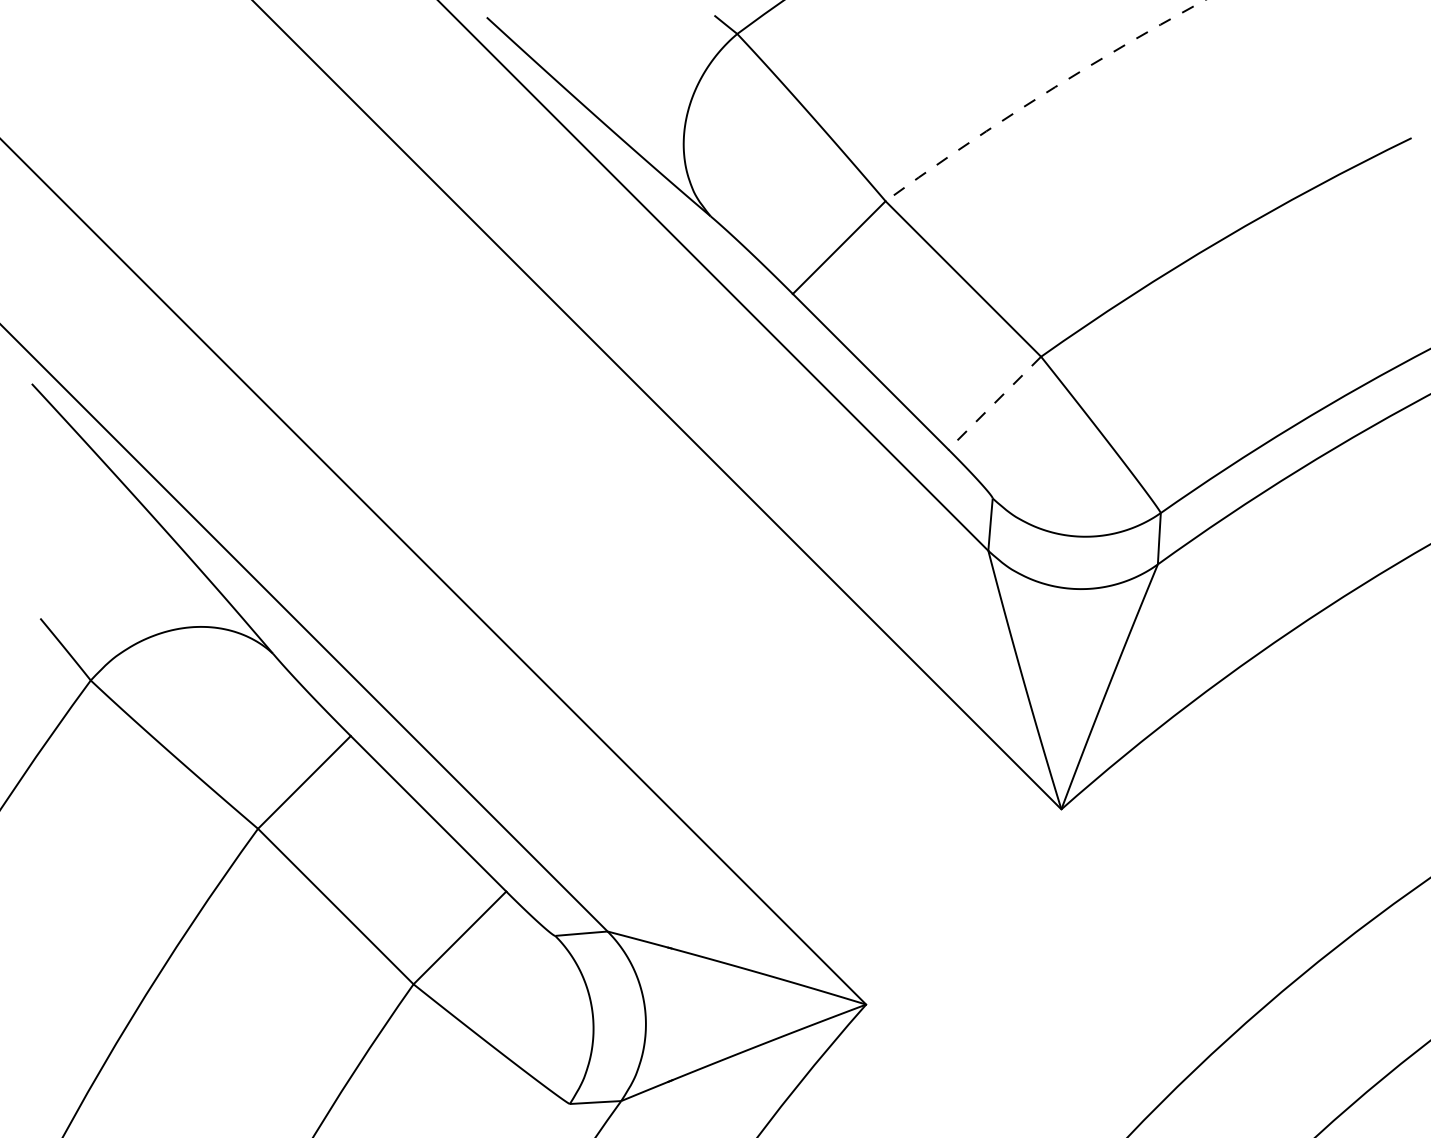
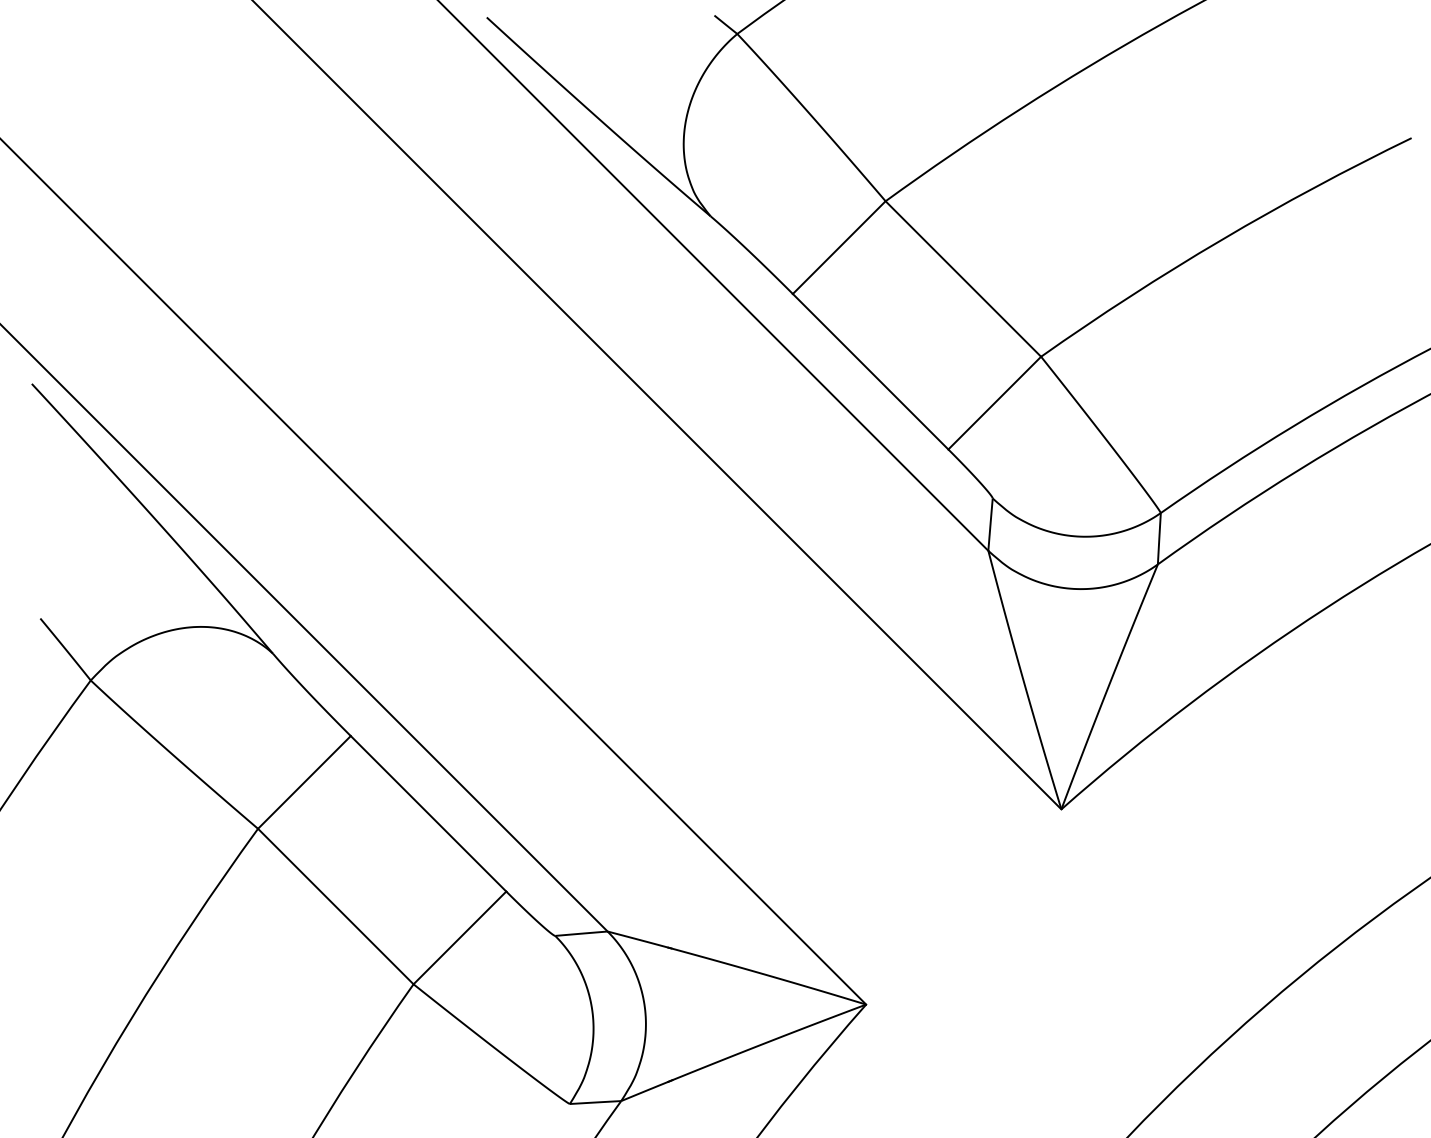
arc at (1042, 95): dashed -> solid
line at (994, 403): dashed -> solid
